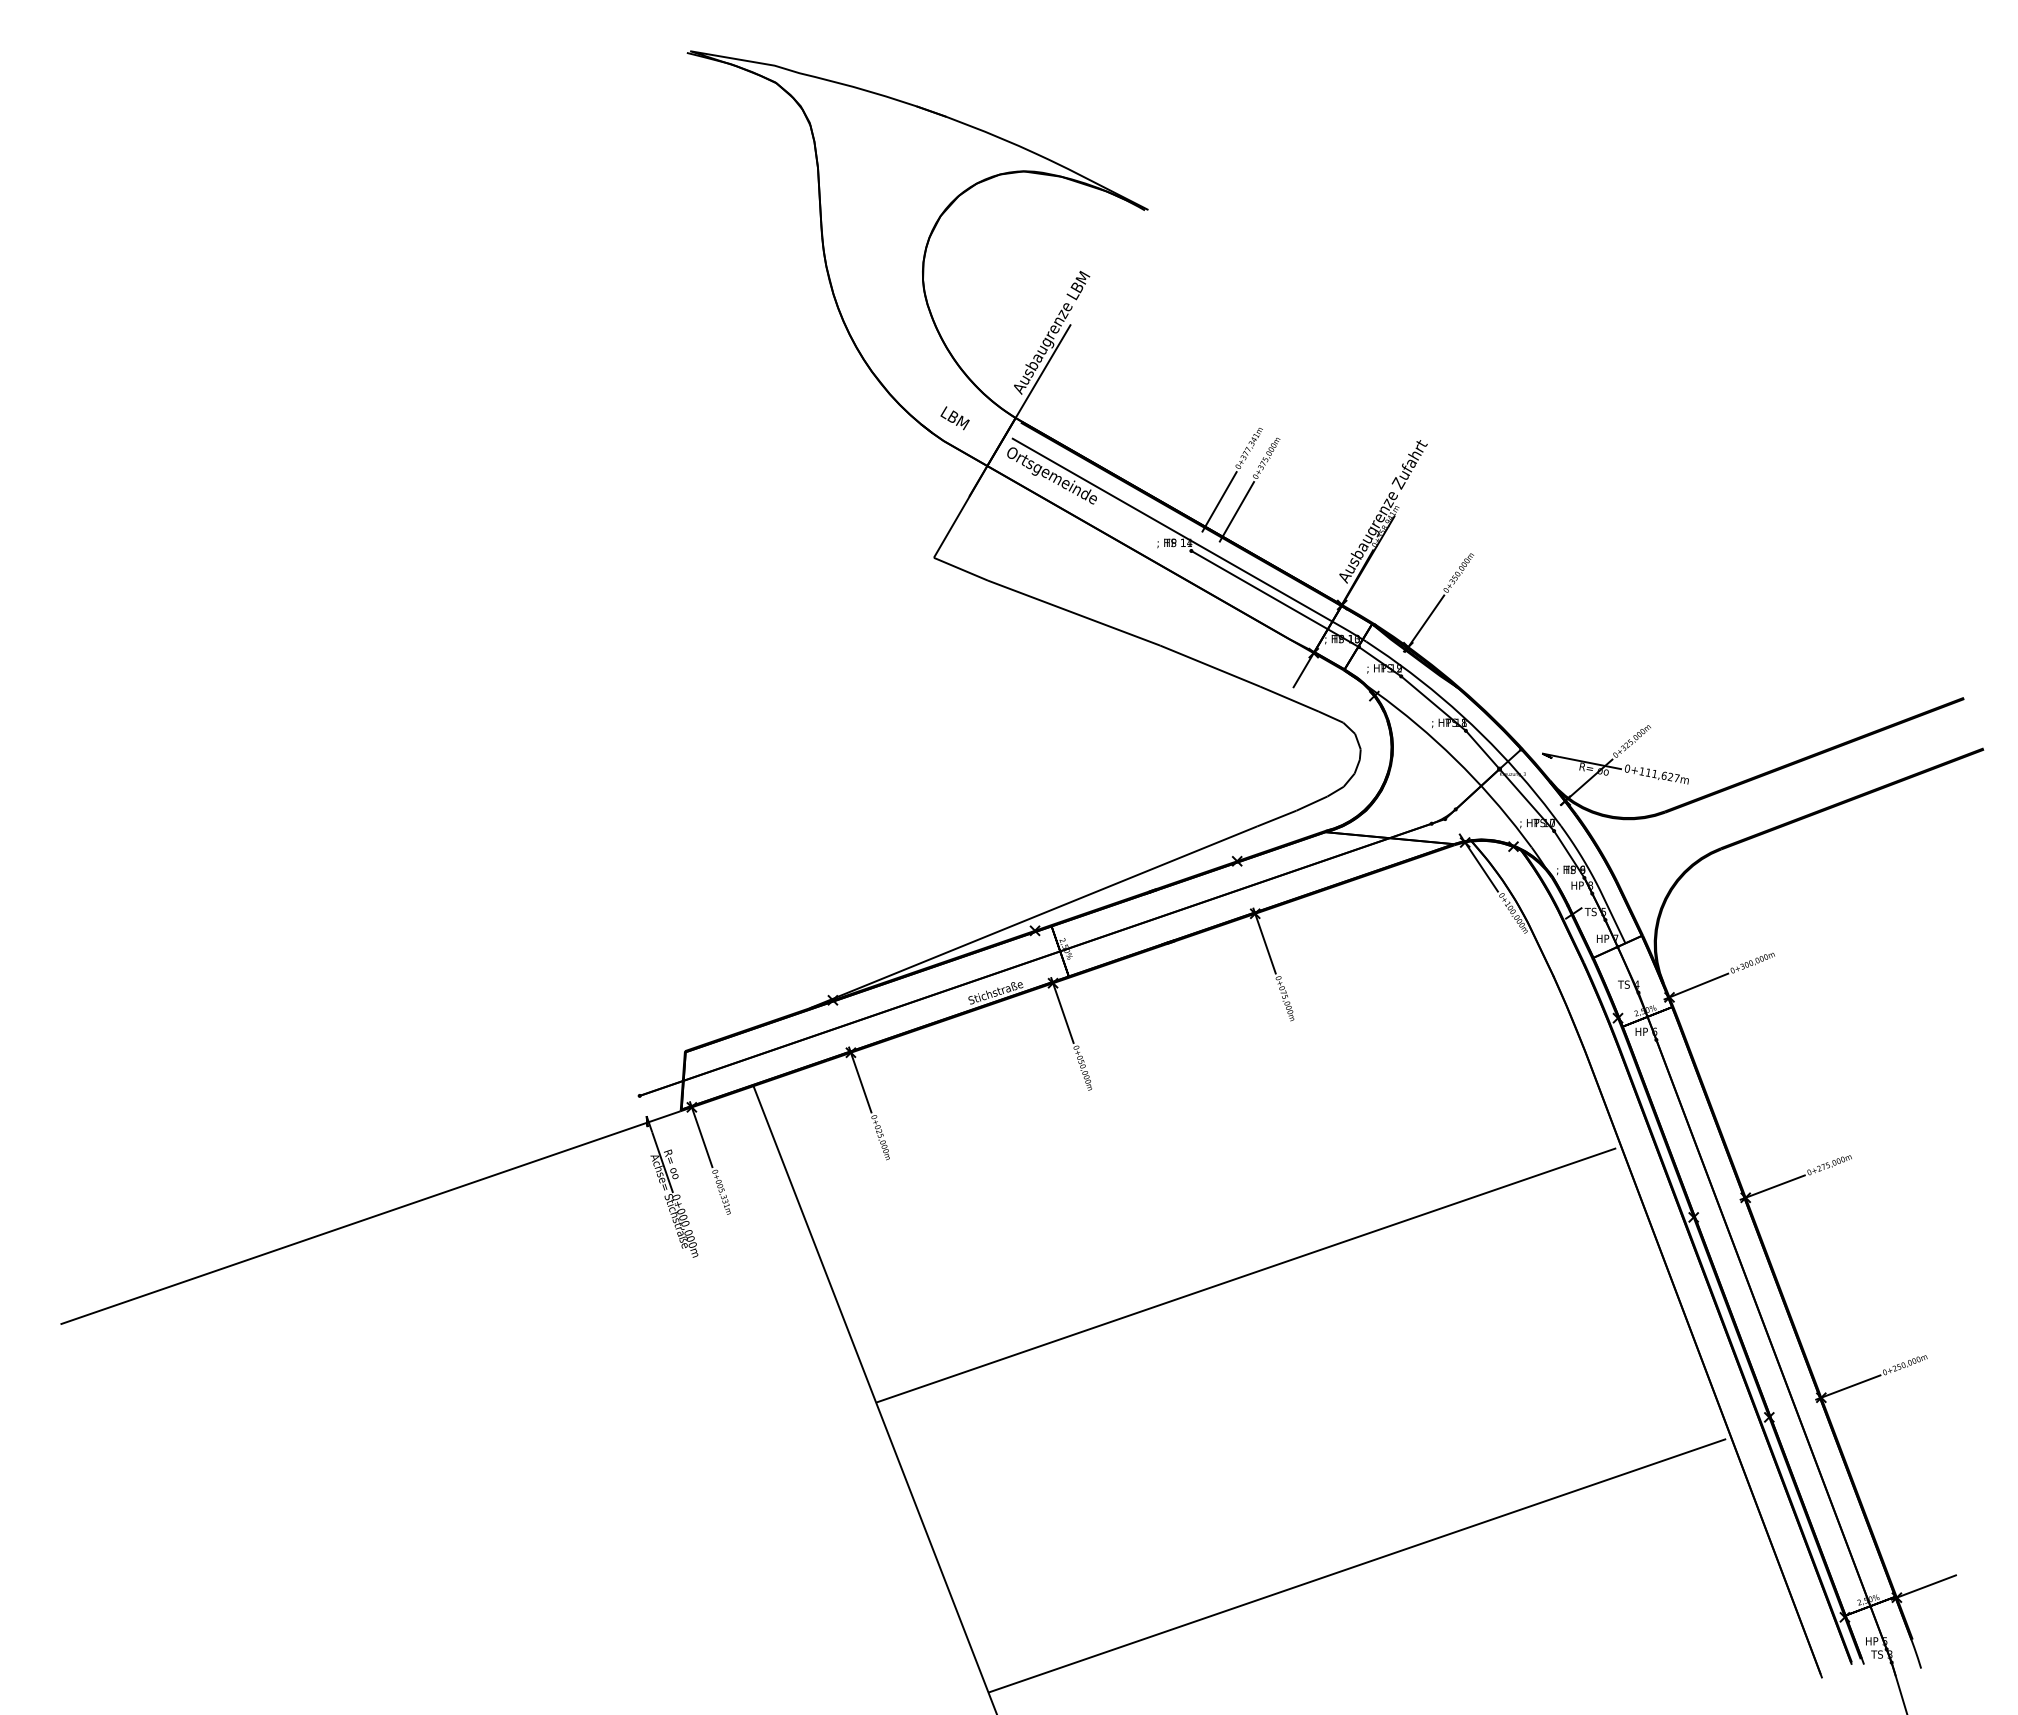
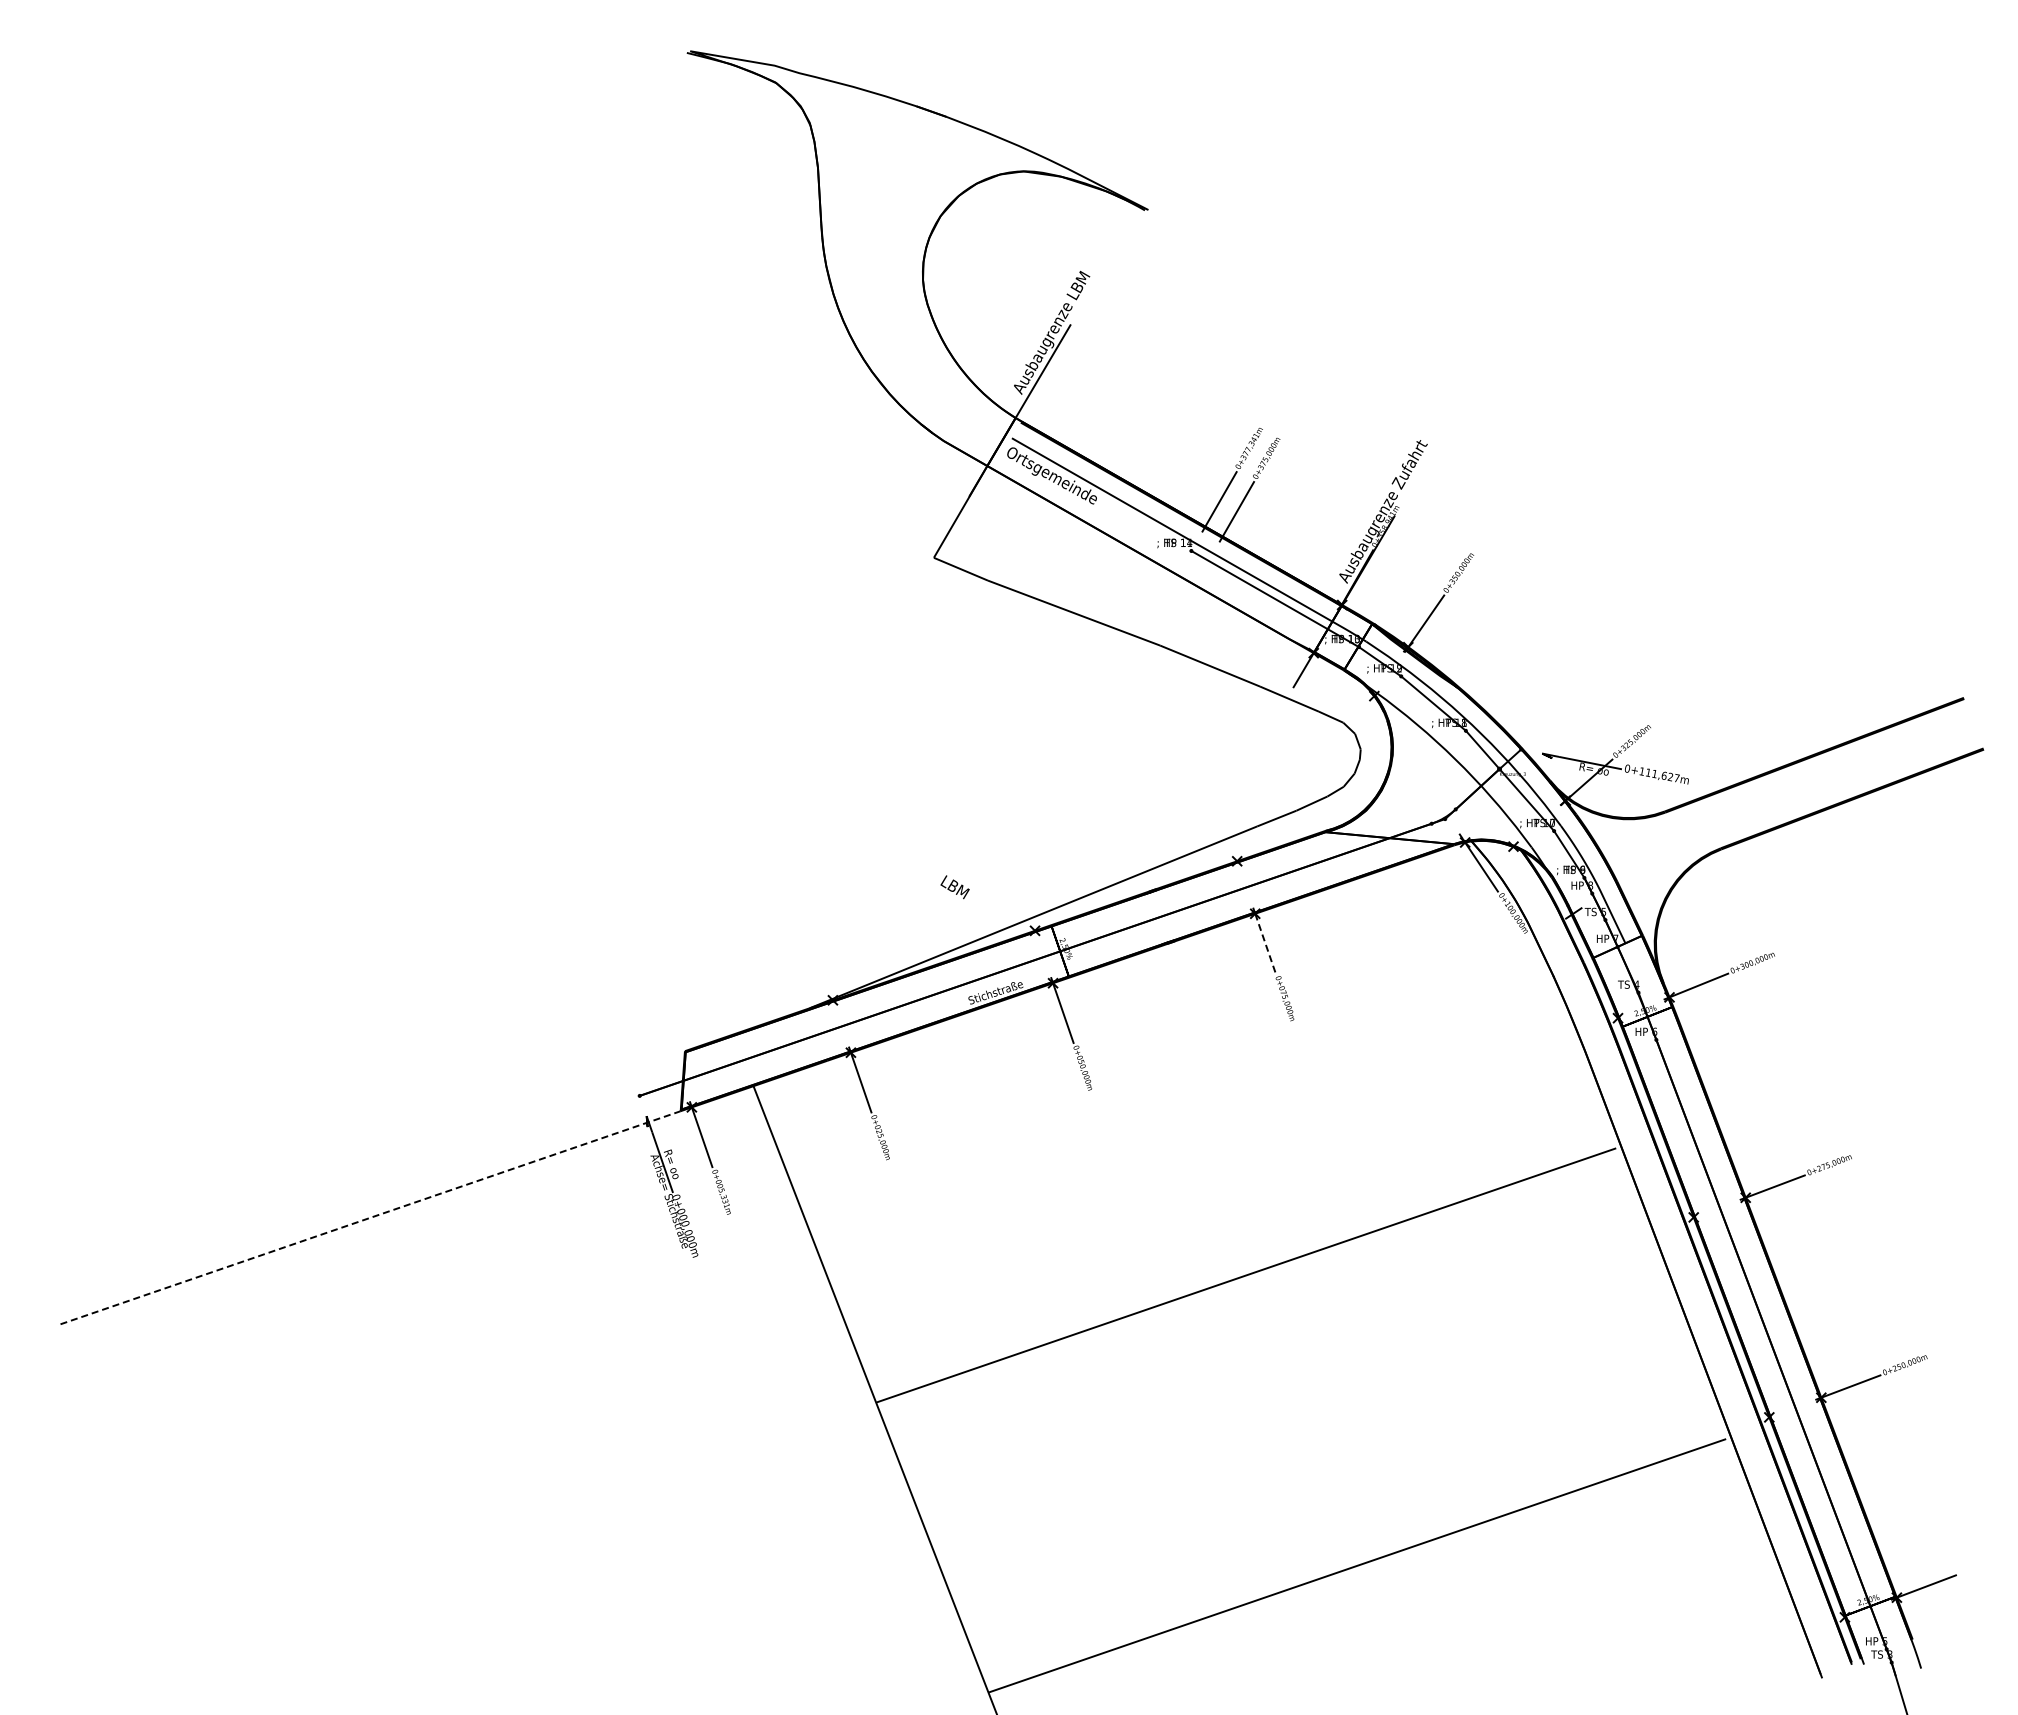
text at (954, 418) position: (954, 418) -> (954, 887)
line at (1265, 944): solid -> dashed
line at (370, 1217): solid -> dashed
